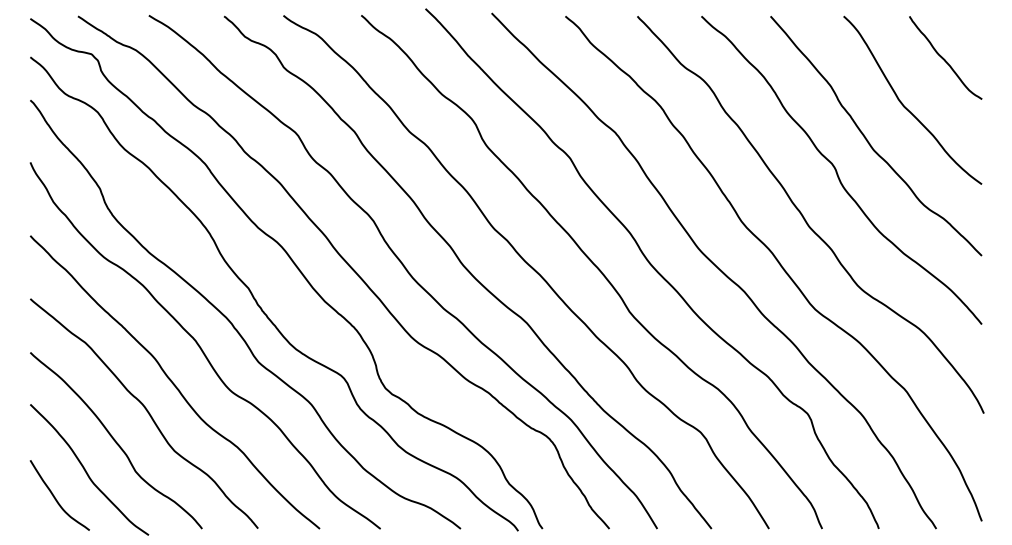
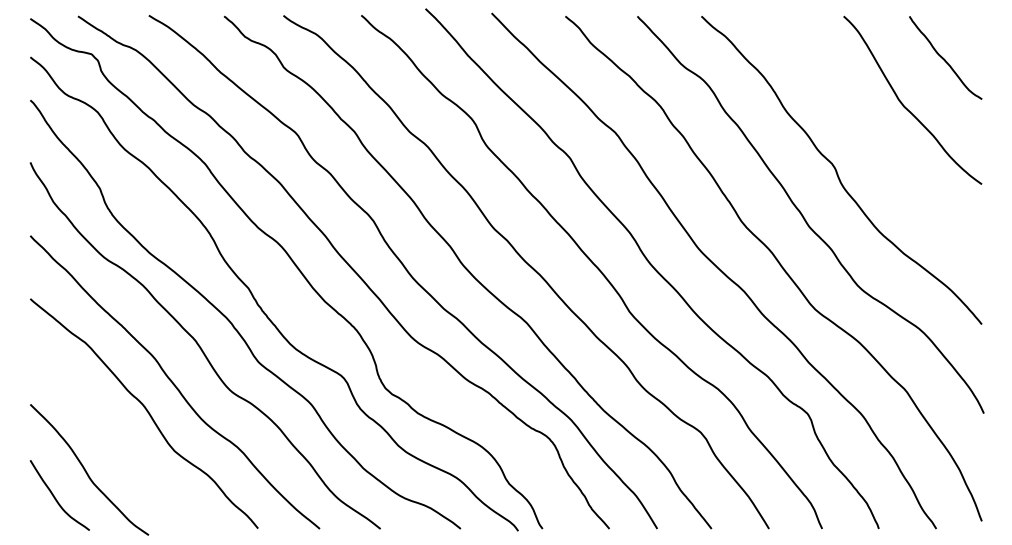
curve at (868, 140): present -> none
curve at (115, 440): present -> none
